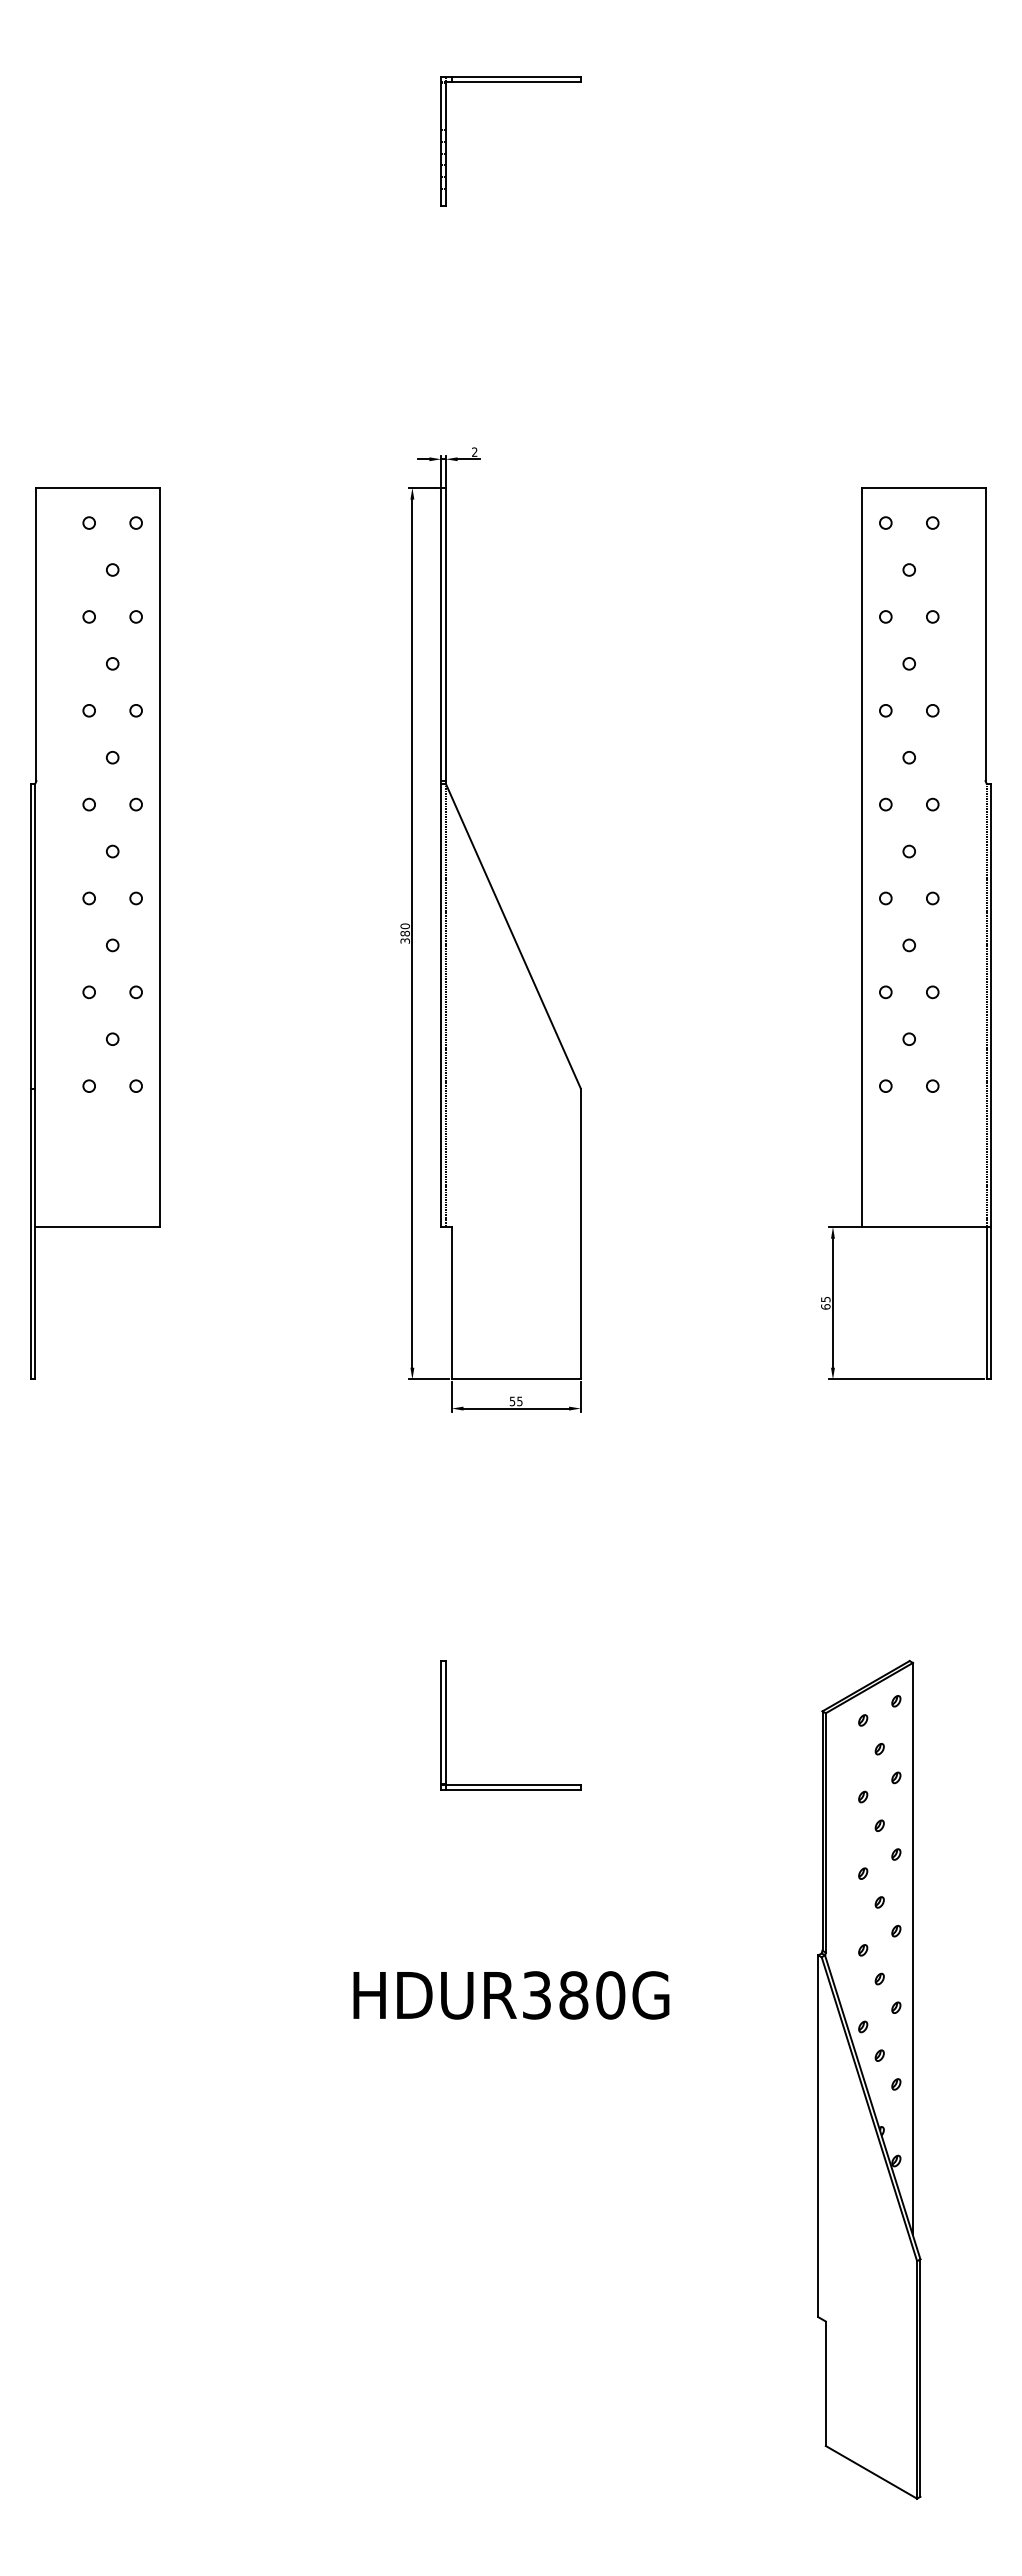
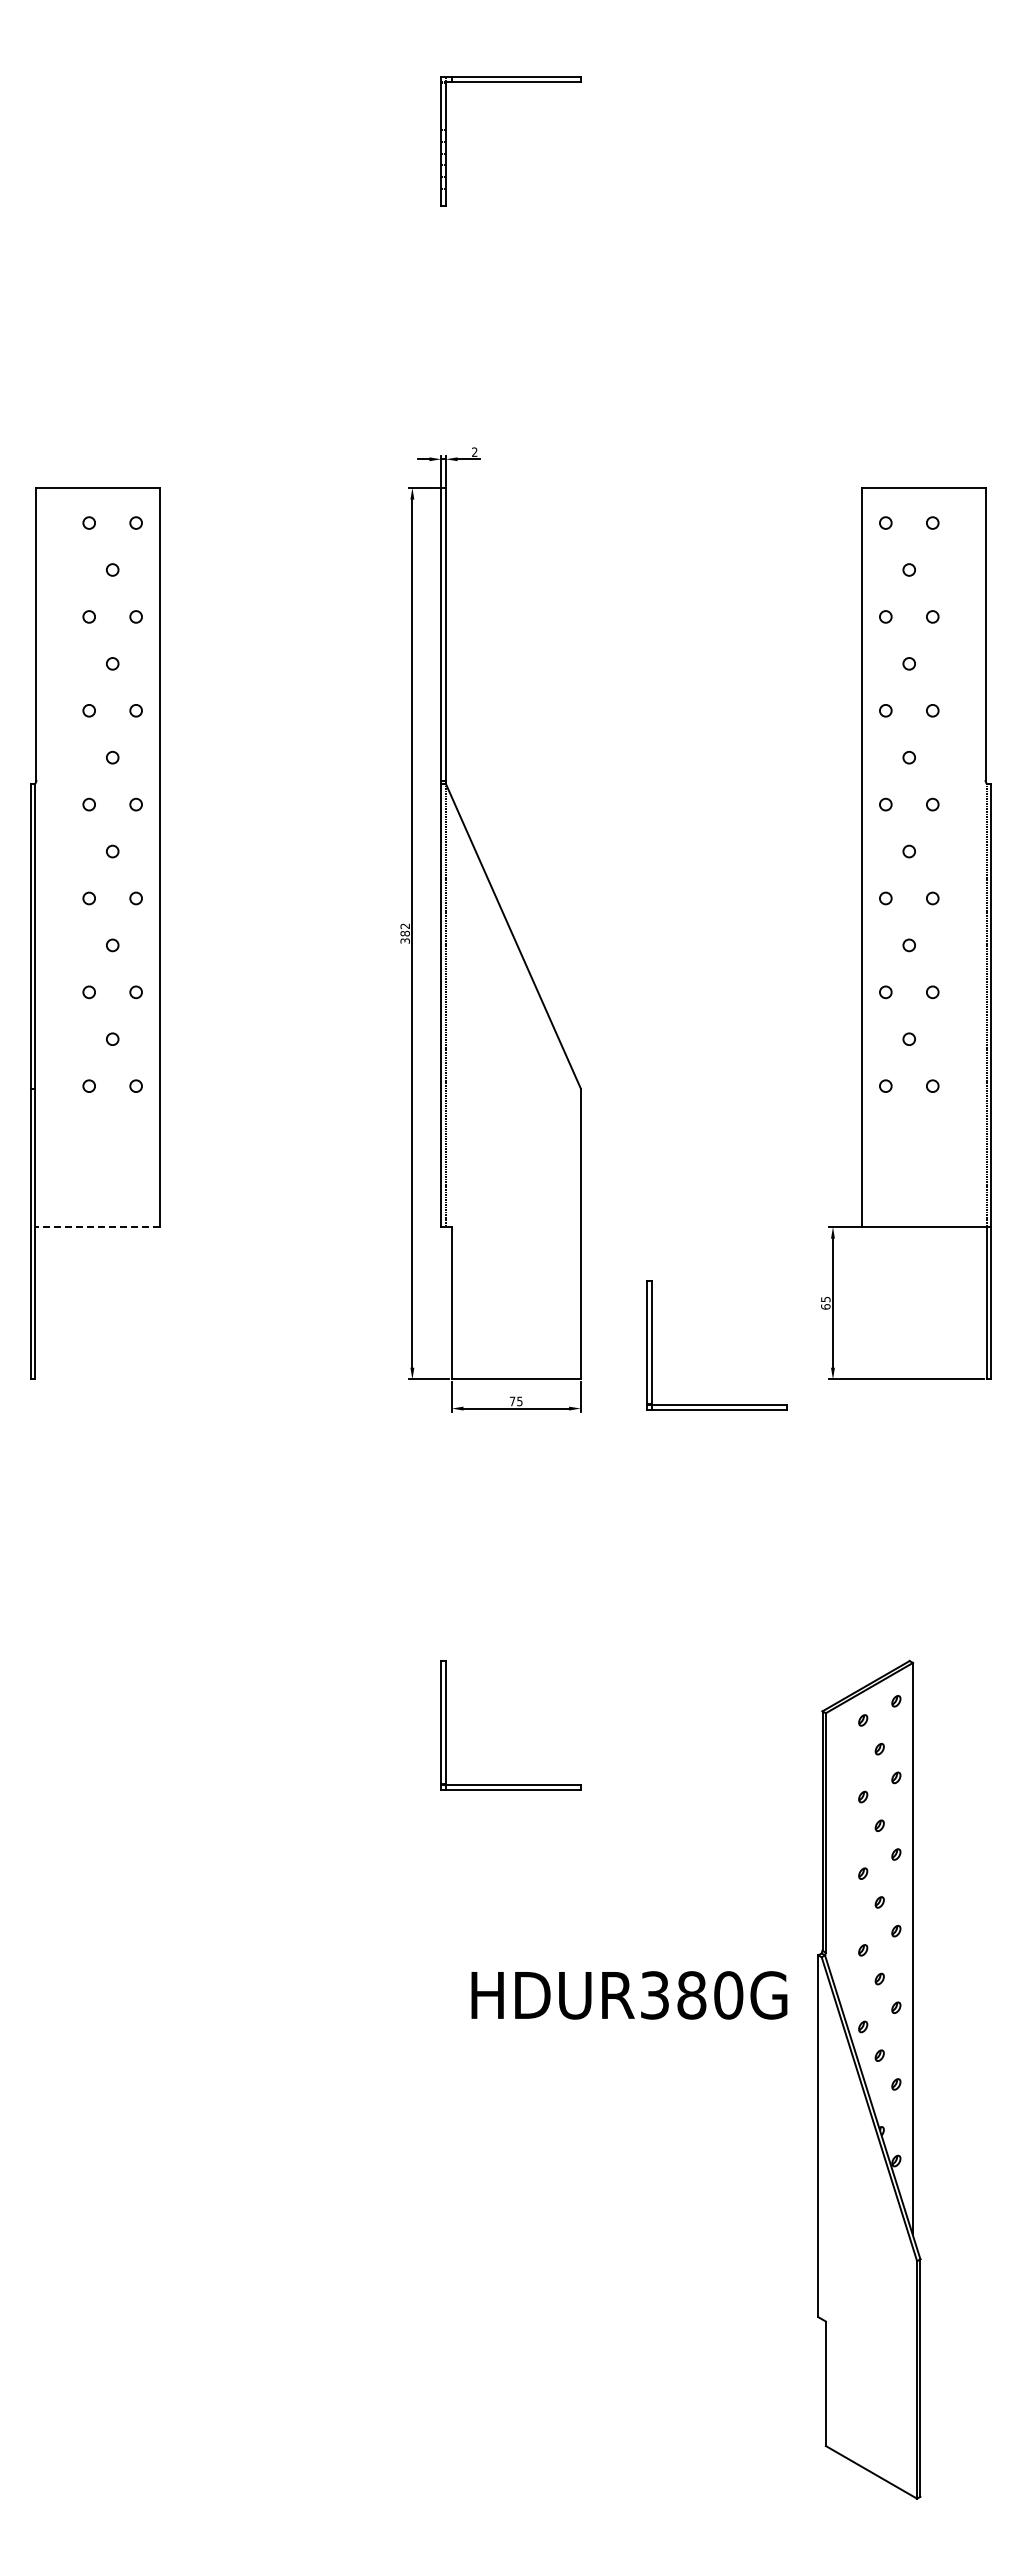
text at (404, 926): 380 -> 382
line at (96, 1226): solid -> dashed
text at (512, 1401): 55 -> 75
part at (716, 1404): none -> present
text at (511, 1995) position: (511, 1995) -> (629, 1995)
